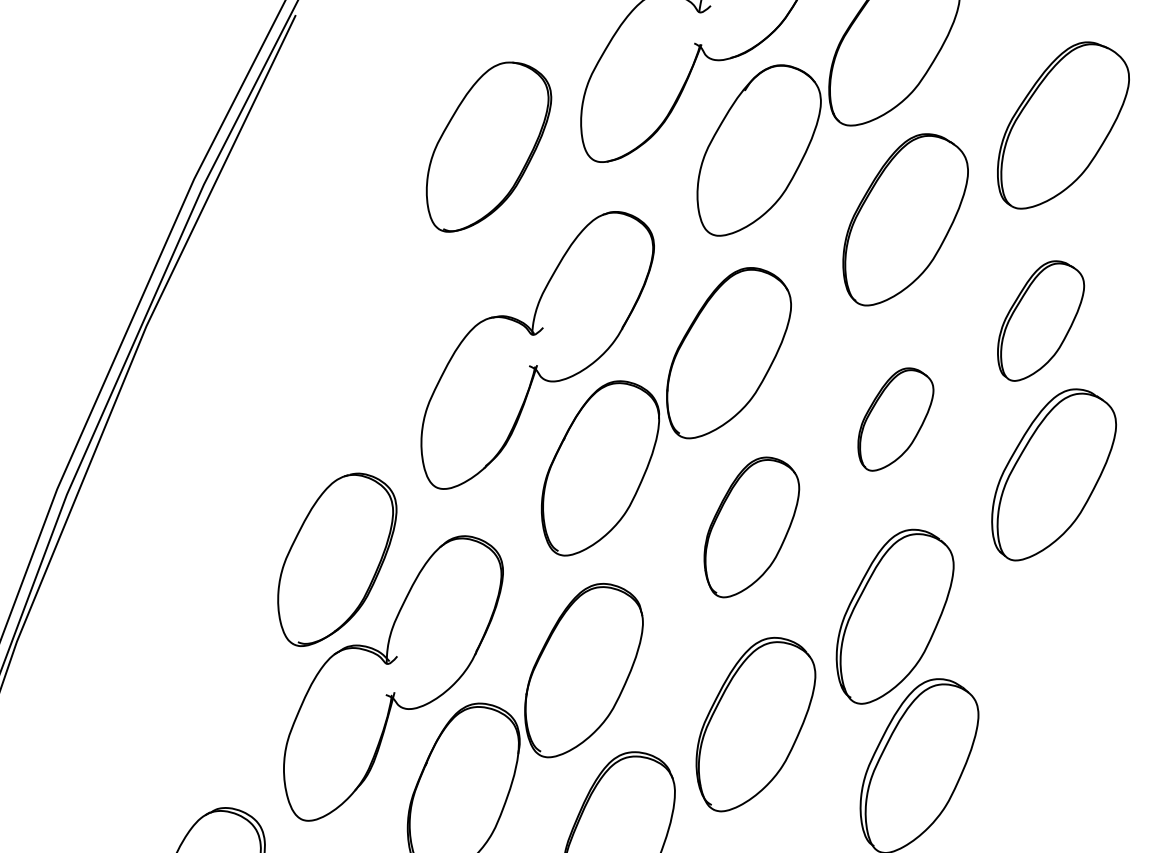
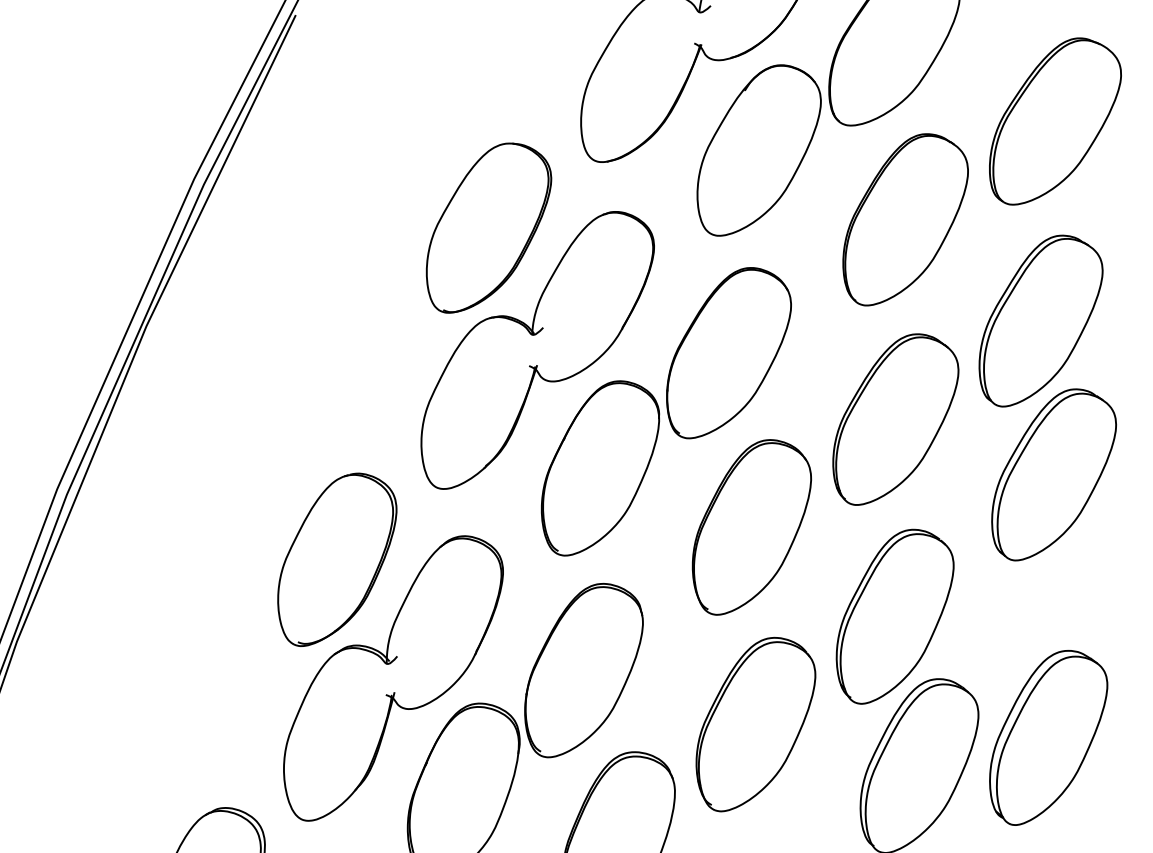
part at (1063, 125) position: (1063, 125) -> (1055, 121)
part at (488, 146) position: (488, 146) -> (488, 227)
part at (1041, 320) size: 89x122 px -> 126x174 px
part at (895, 419) size: 78x105 px -> 128x173 px
part at (751, 527) size: 98x143 px -> 121x177 px
part at (1048, 737): none -> present
